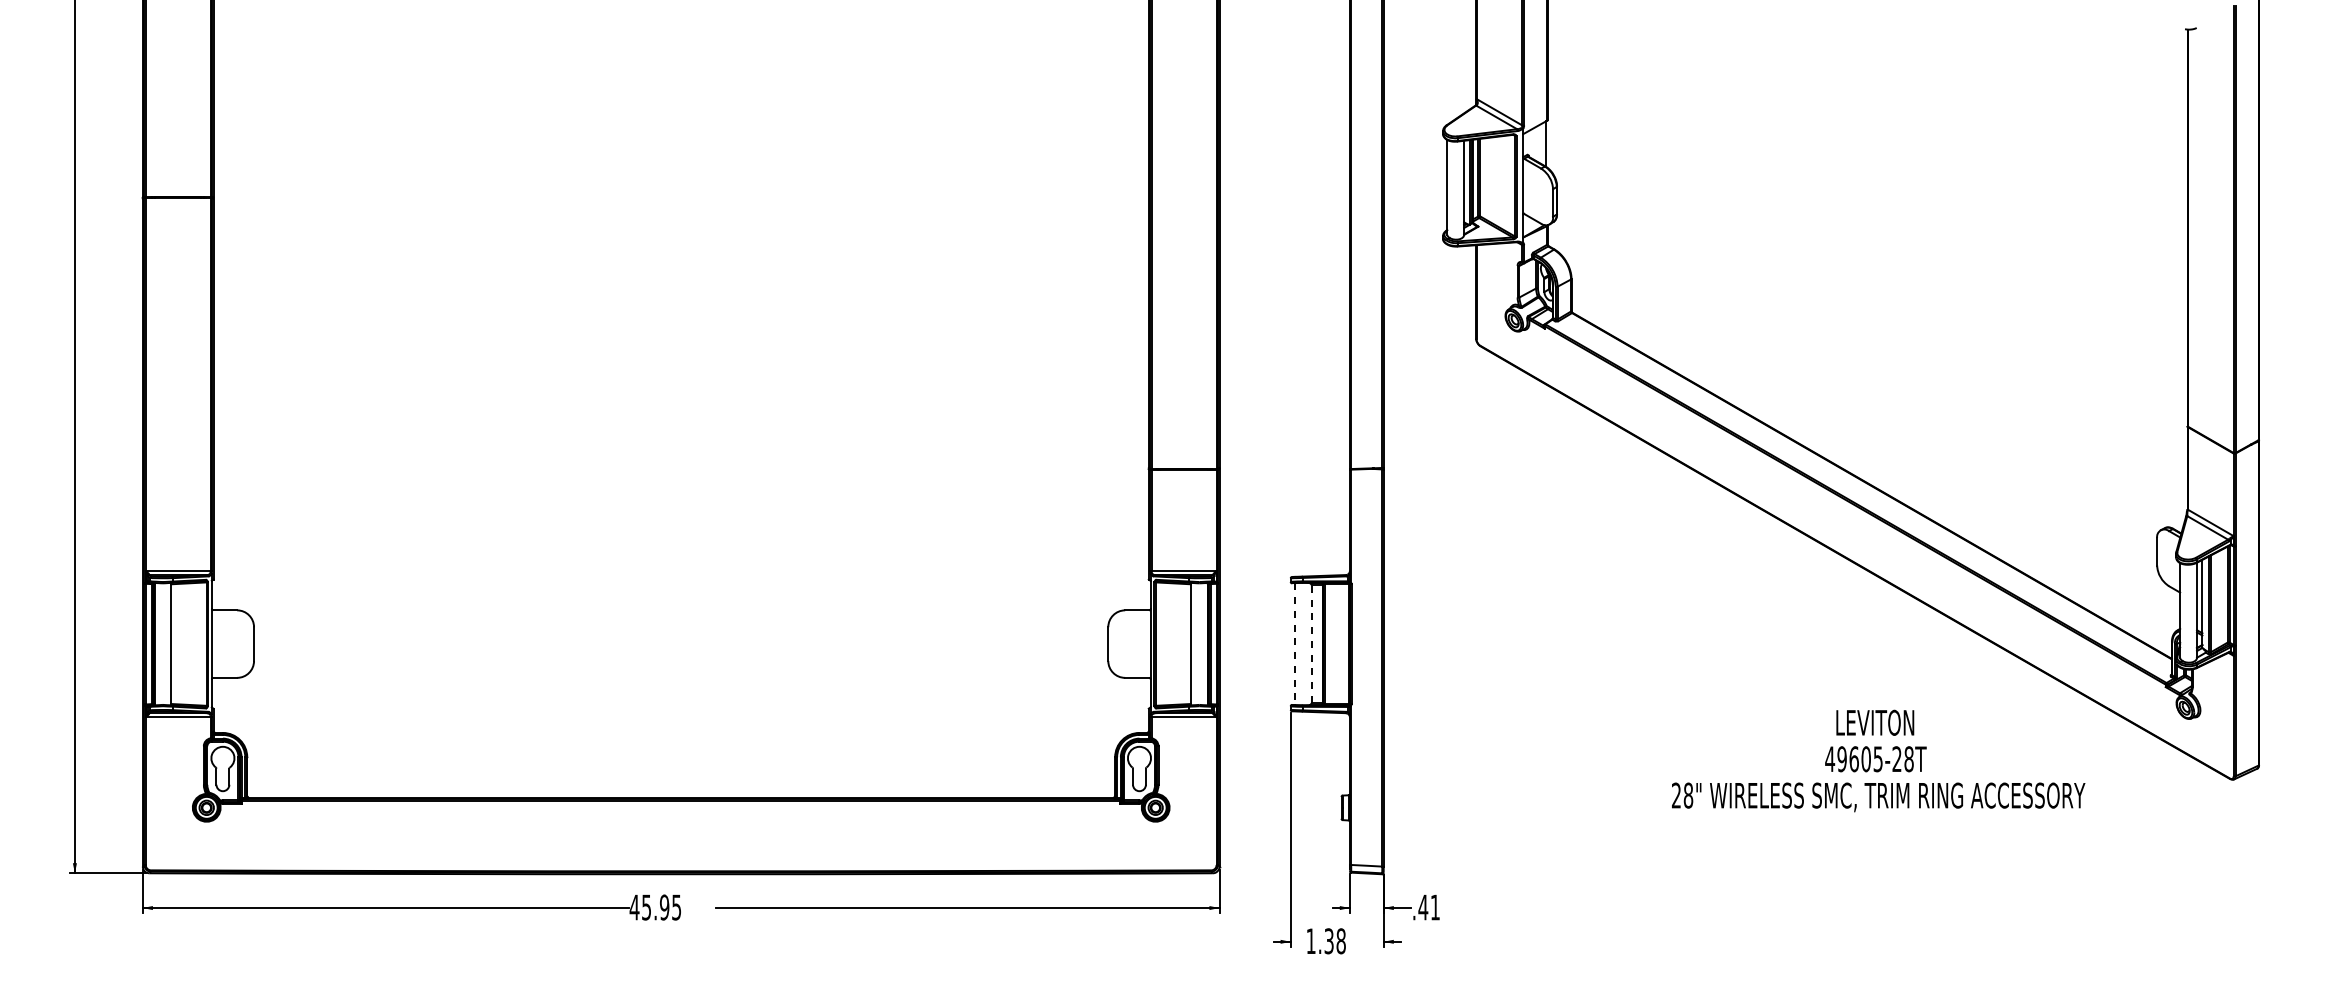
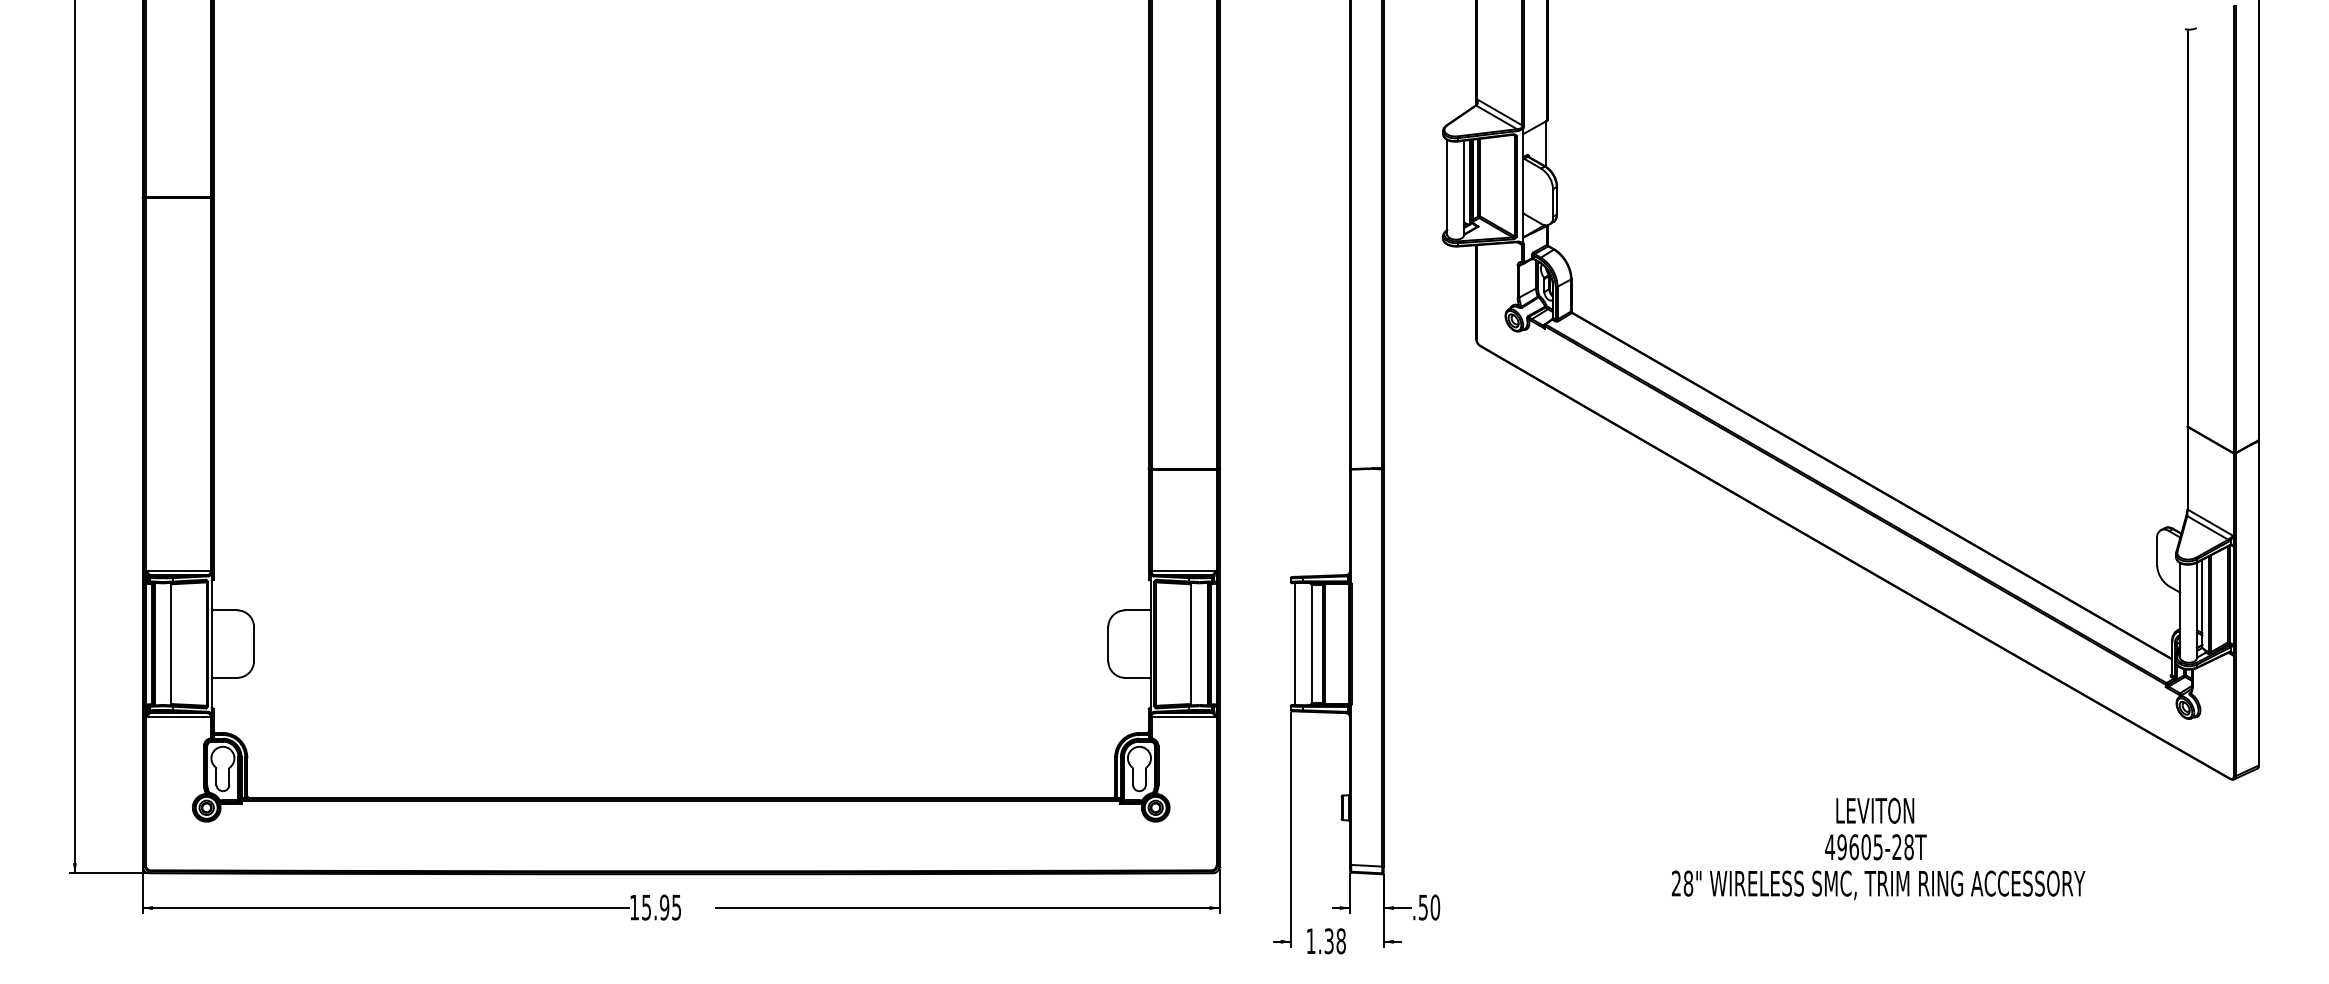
line at (1294, 644): dashed -> solid
line at (1311, 644): dashed -> solid
text at (1878, 760) position: (1878, 760) -> (1878, 848)
text at (634, 907): 45.95 -> 15.95
text at (1429, 907): .41 -> .50
